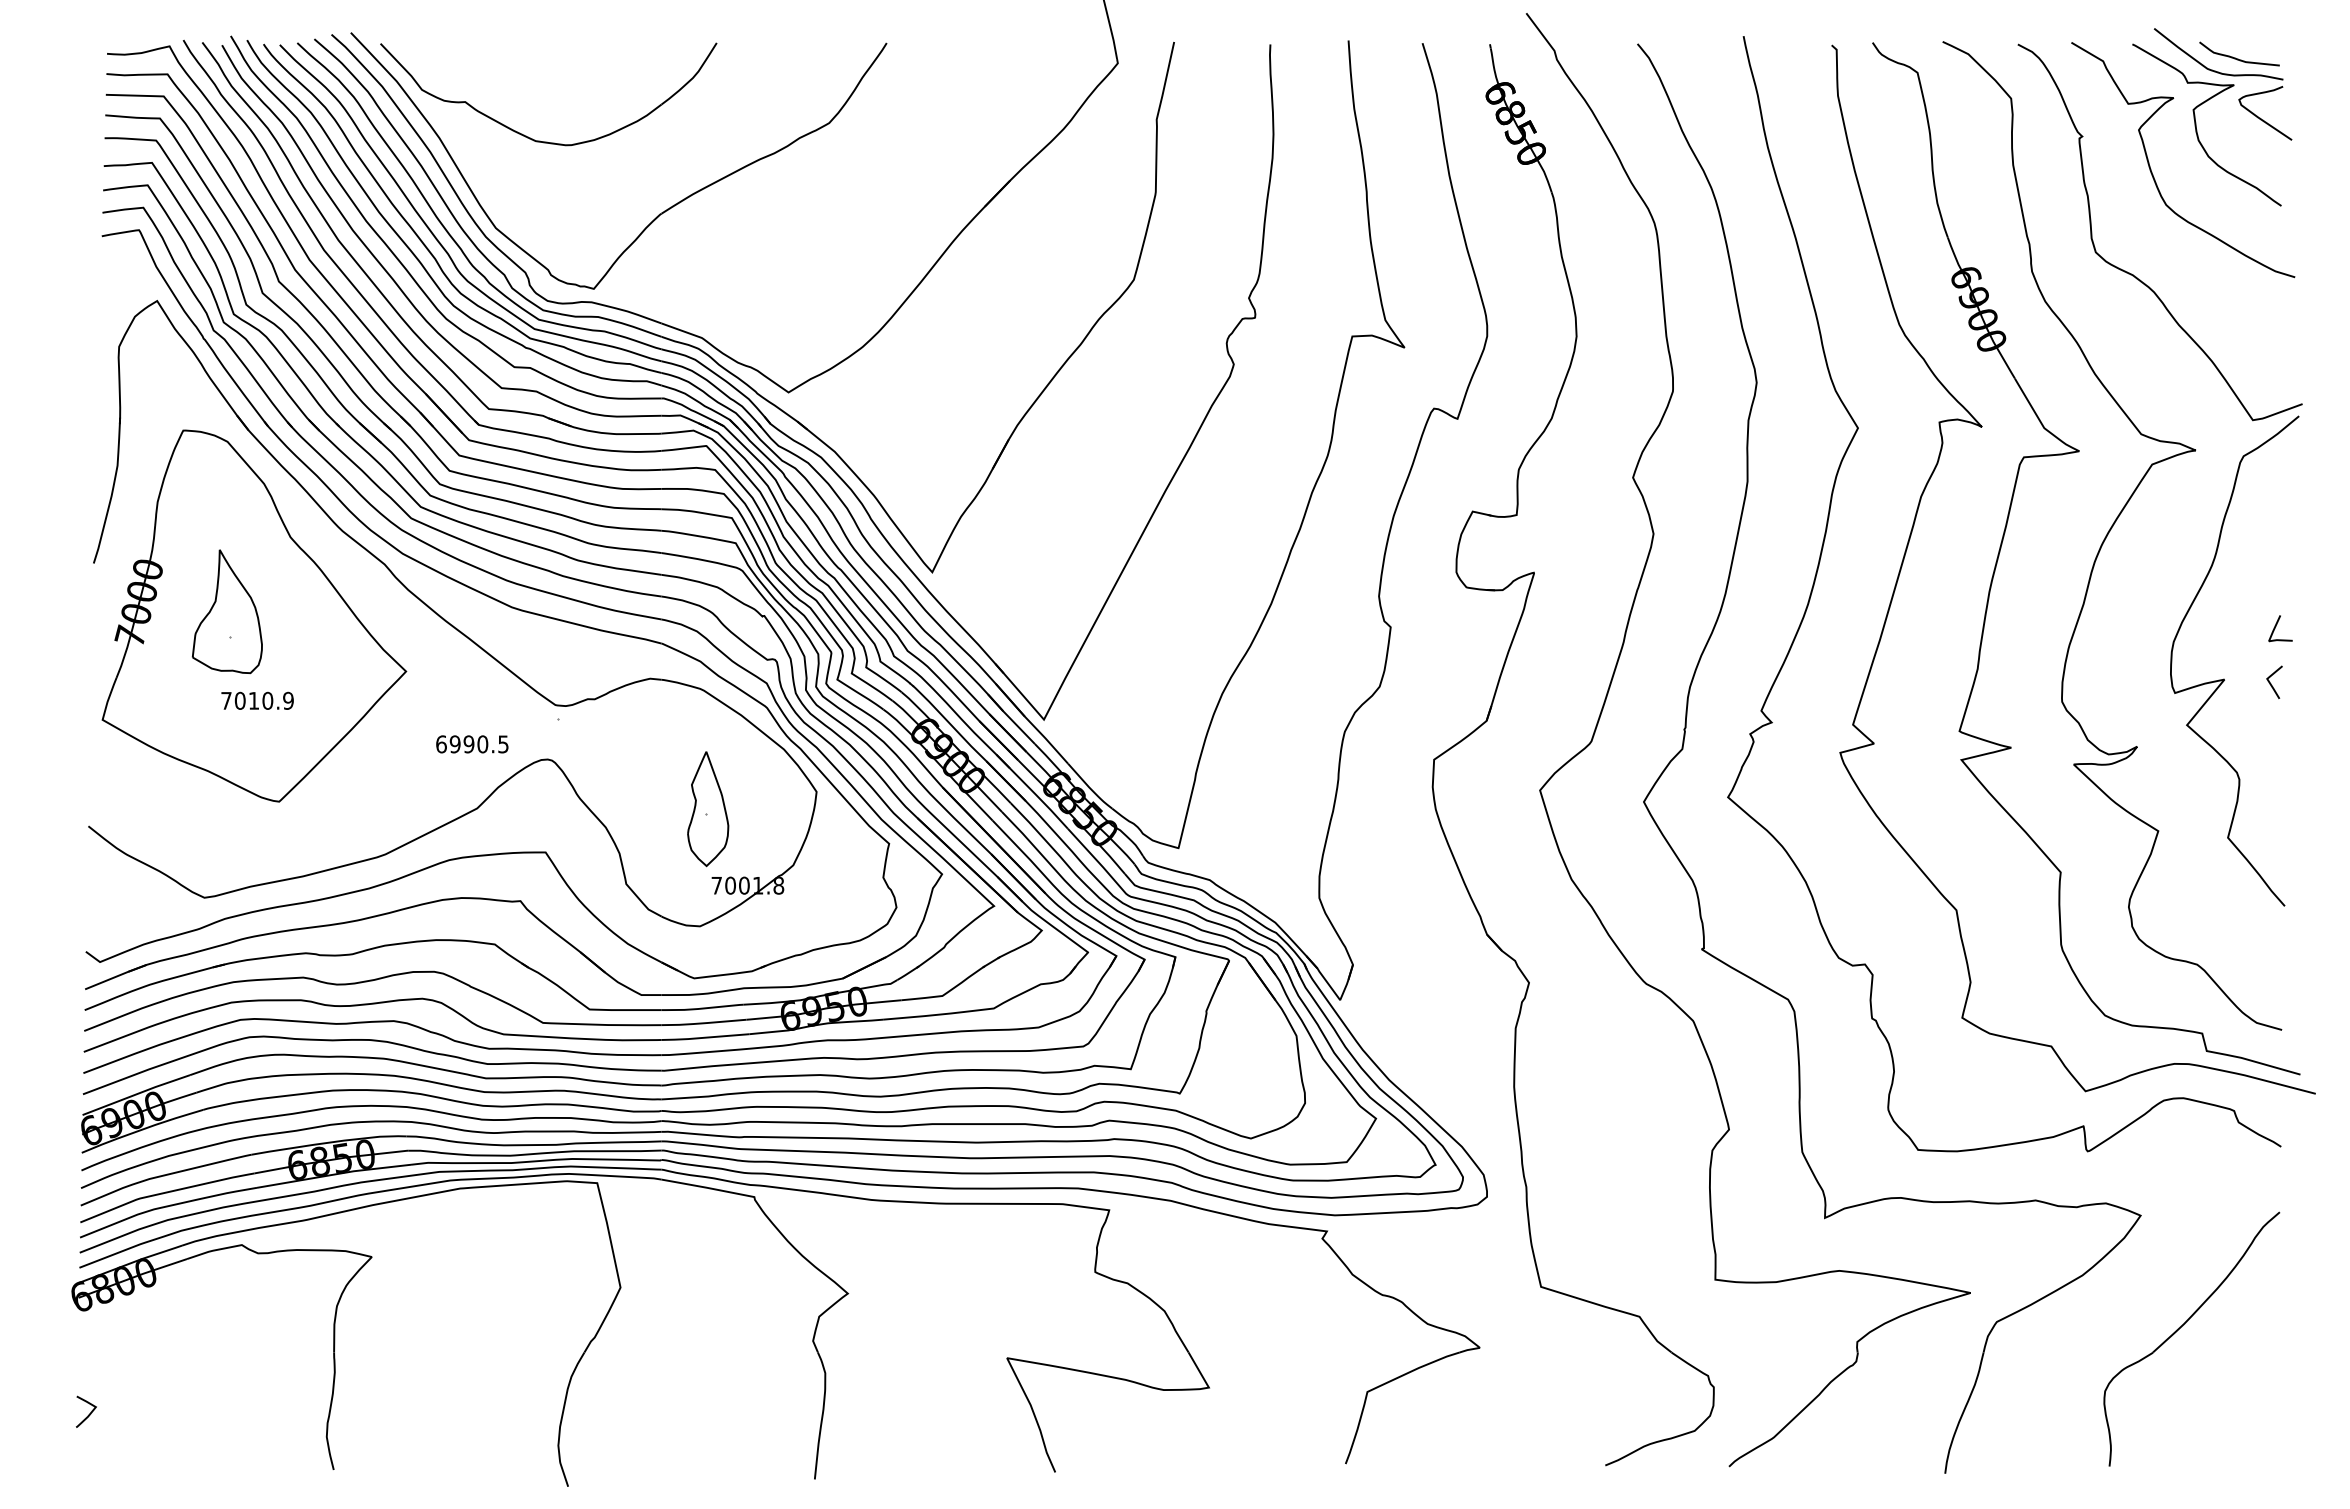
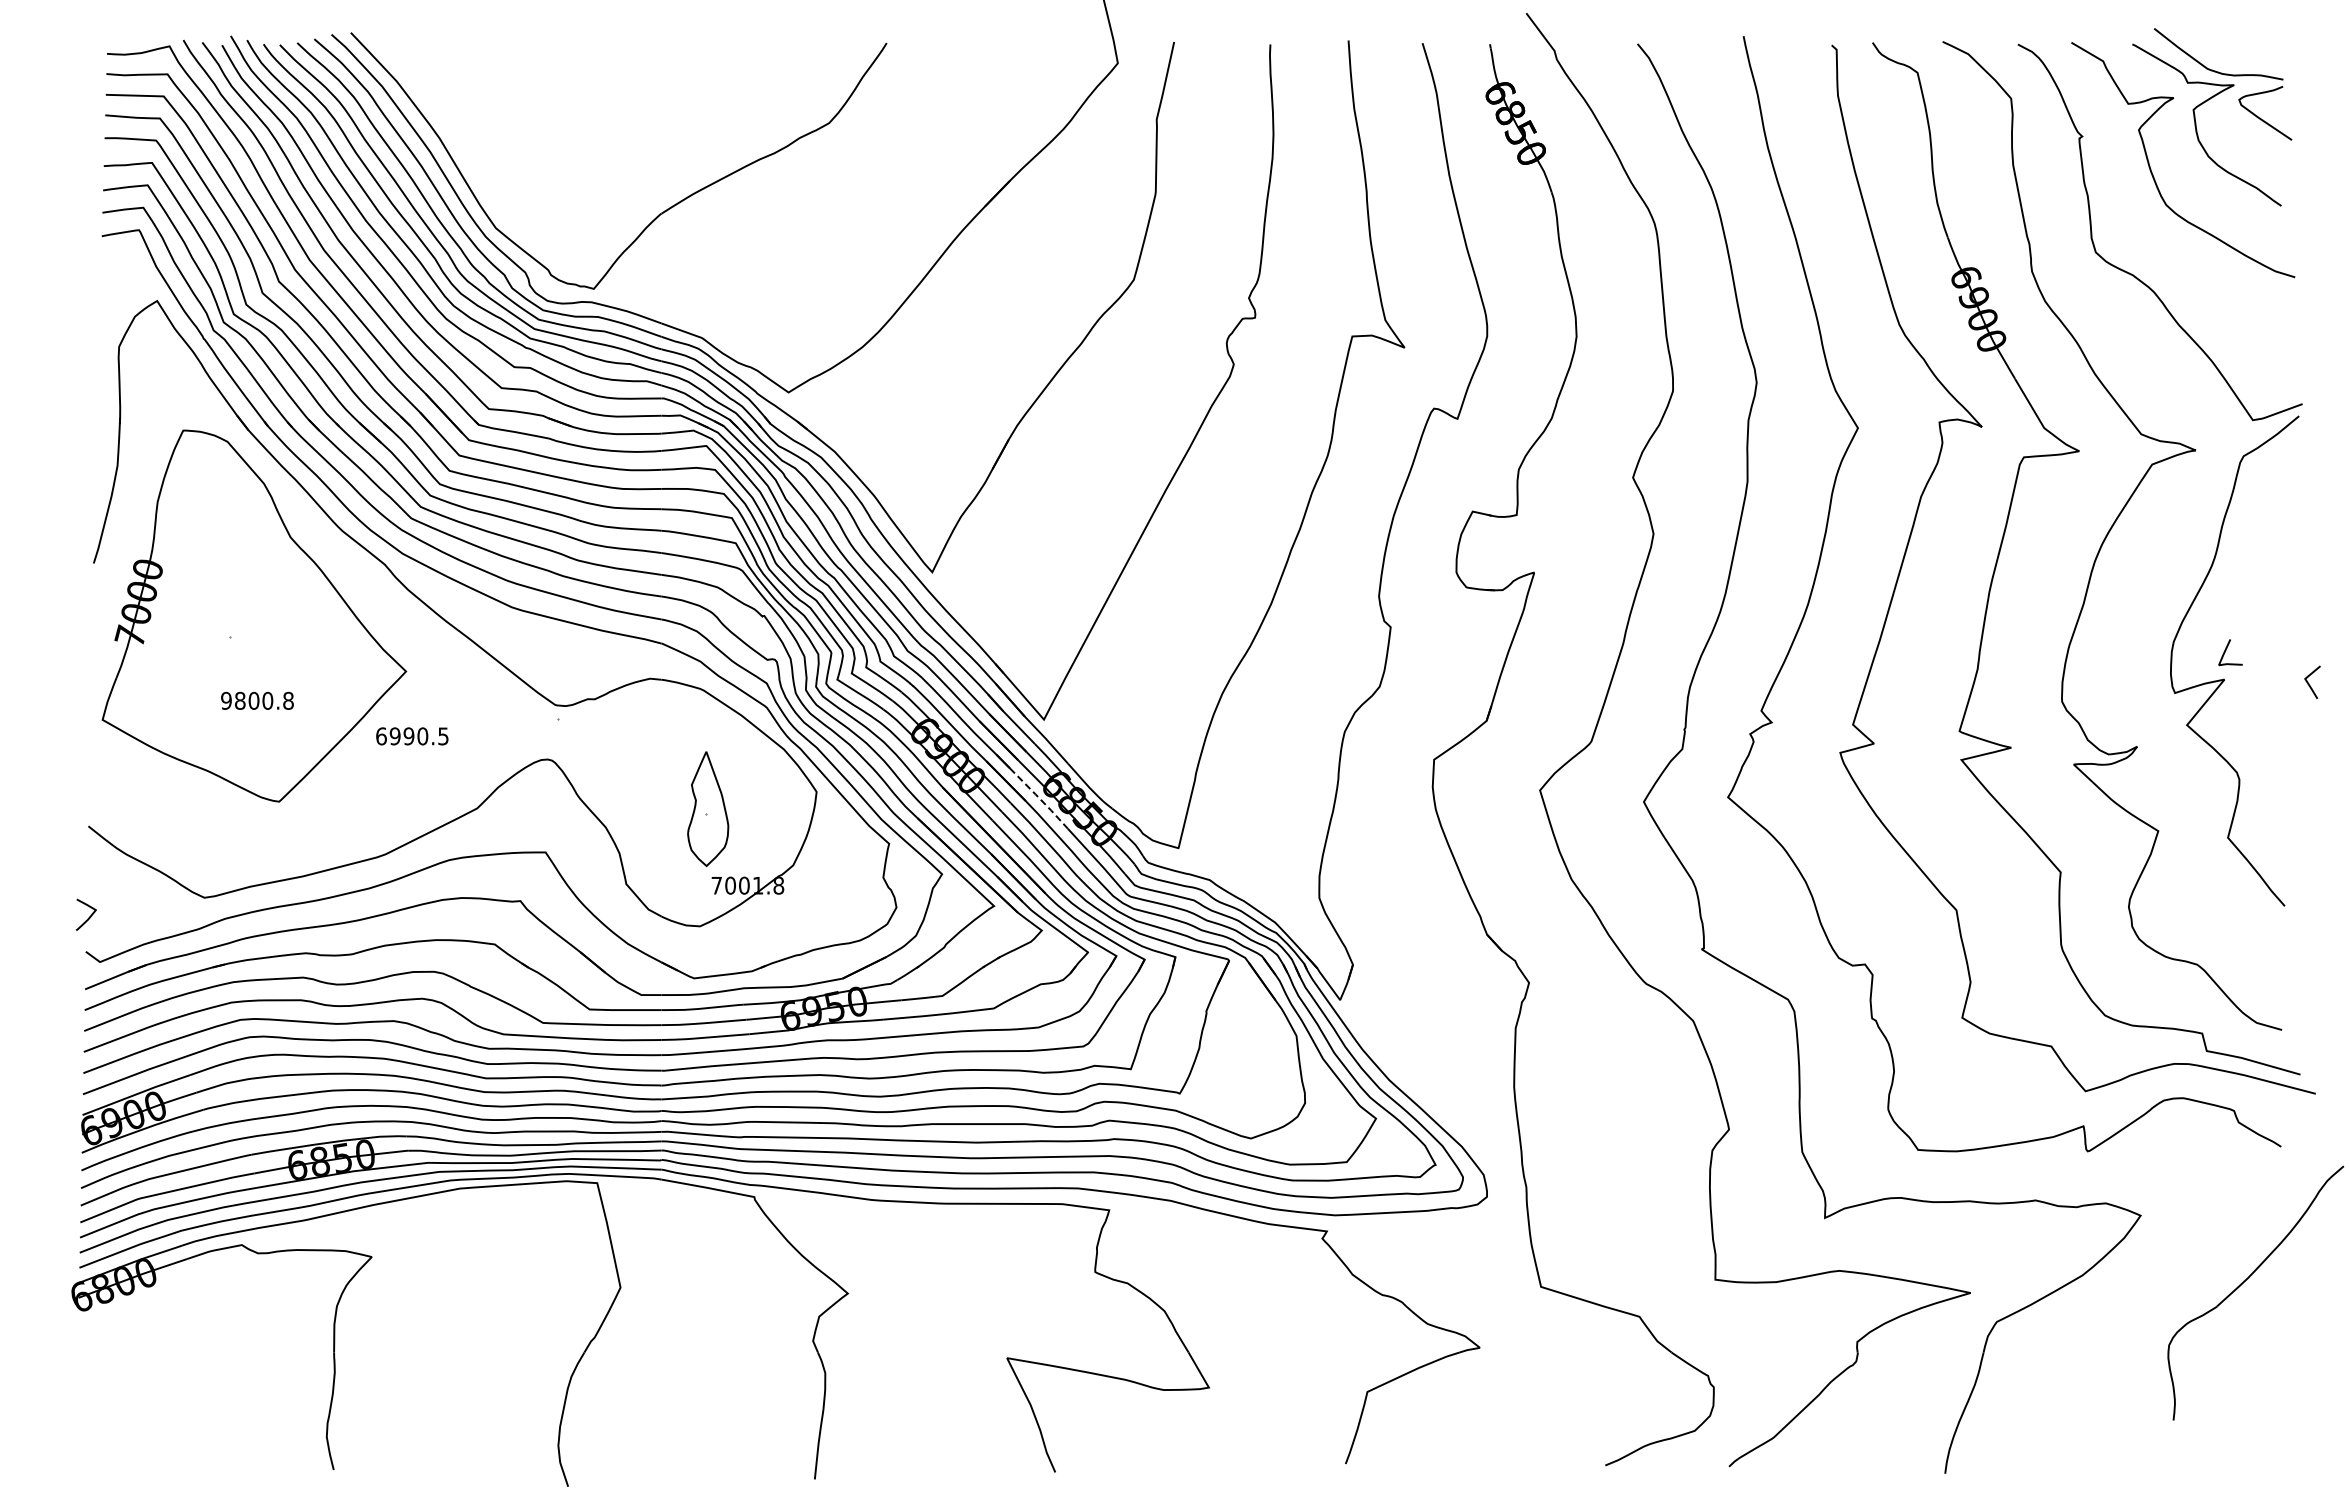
curve at (2238, 58): present -> none
part at (528, 136): present -> none
part at (226, 611): present -> none
curve at (2276, 626) position: (2276, 626) -> (2226, 650)
line at (2271, 683) position: (2271, 683) -> (2309, 683)
text at (257, 700): 7010.9 -> 9800.8
text at (472, 744) position: (472, 744) -> (412, 736)
line at (1039, 798): solid -> dashed
part at (2181, 1327) position: (2181, 1327) -> (2245, 1281)
curve at (89, 1413) position: (89, 1413) -> (89, 916)
